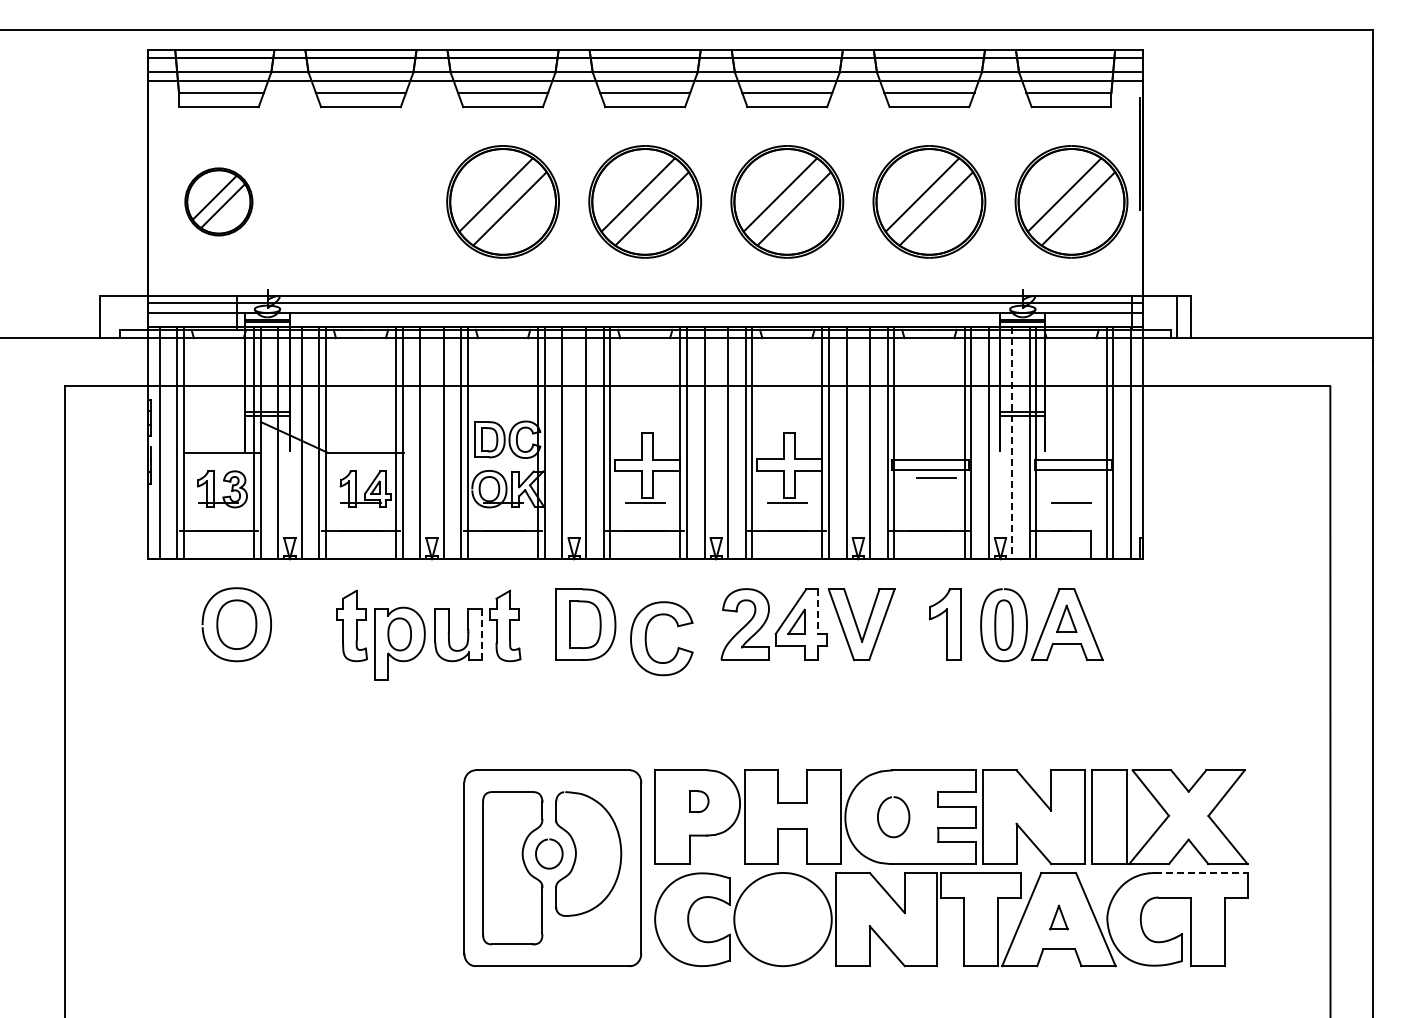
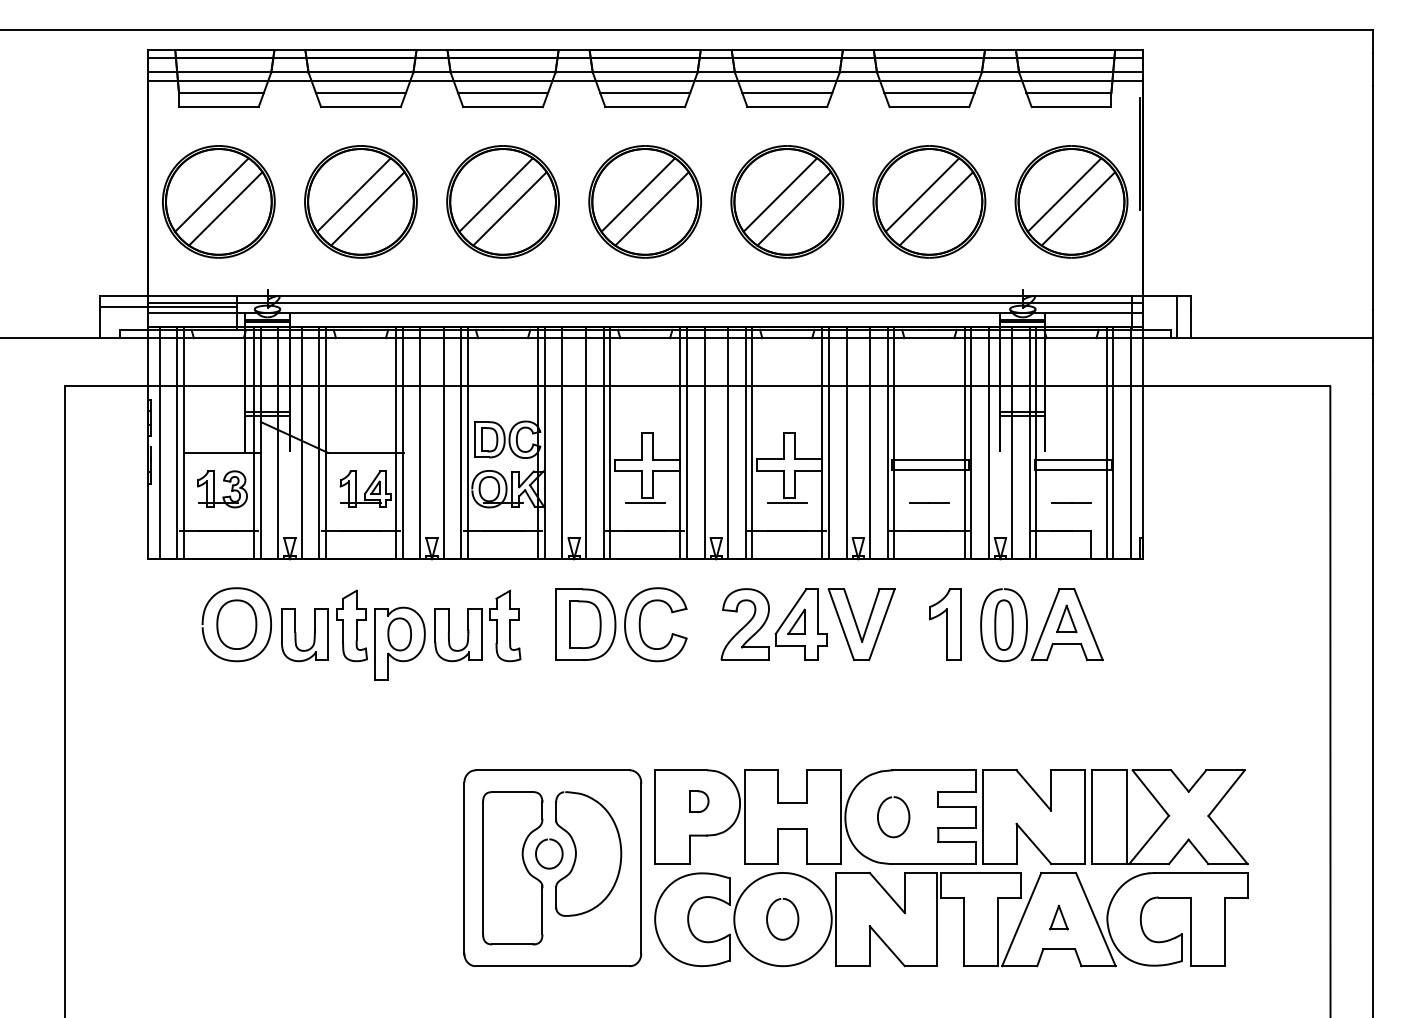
part at (218, 201) size: 70x70 px -> 114x114 px
part at (360, 201): none -> present
line at (167, 307): none -> present
line at (1012, 443): dashed -> solid
line at (936, 477) position: (936, 477) -> (929, 502)
line at (817, 612): dashed -> solid
line at (481, 634): dashed -> solid
part at (296, 635): none -> present
part at (646, 638) position: (646, 638) -> (640, 624)
line at (1201, 872): dashed -> solid
curve at (768, 916): none -> present
